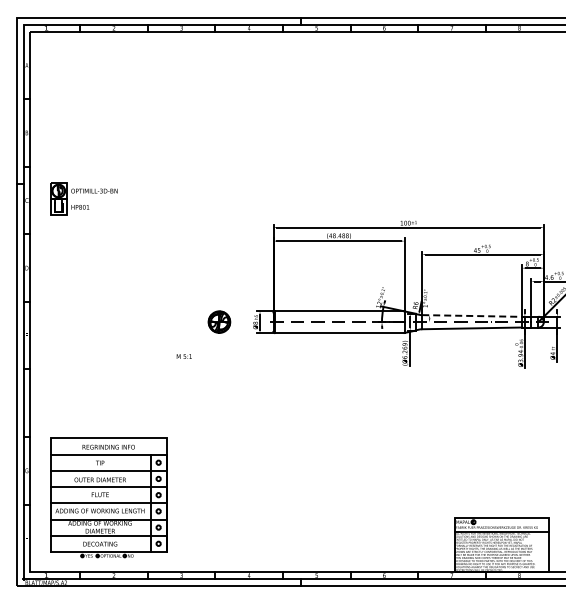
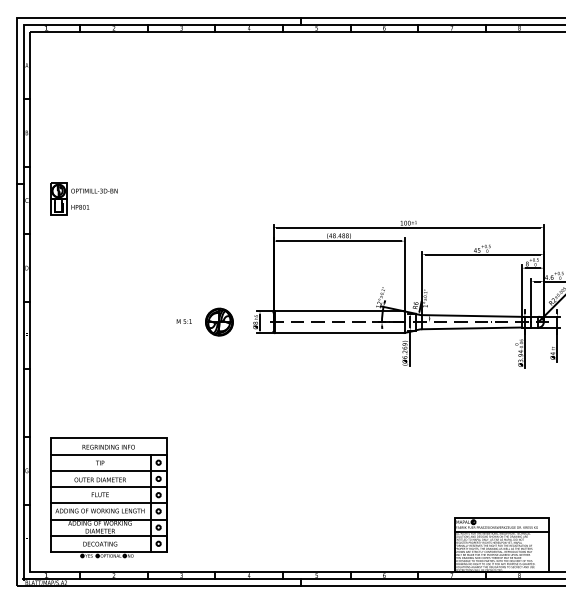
line at (472, 316): dashed -> solid
part at (219, 321) size: 25x24 px -> 29x30 px
text at (183, 356) position: (183, 356) -> (183, 321)
